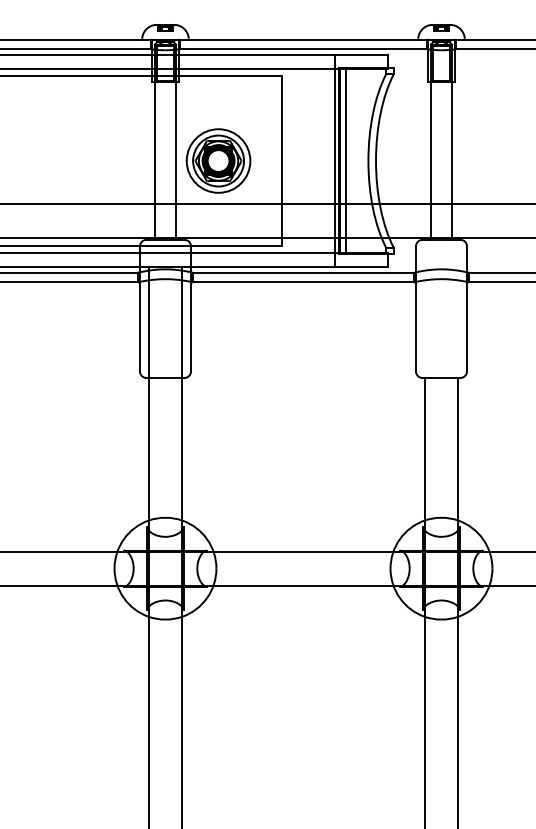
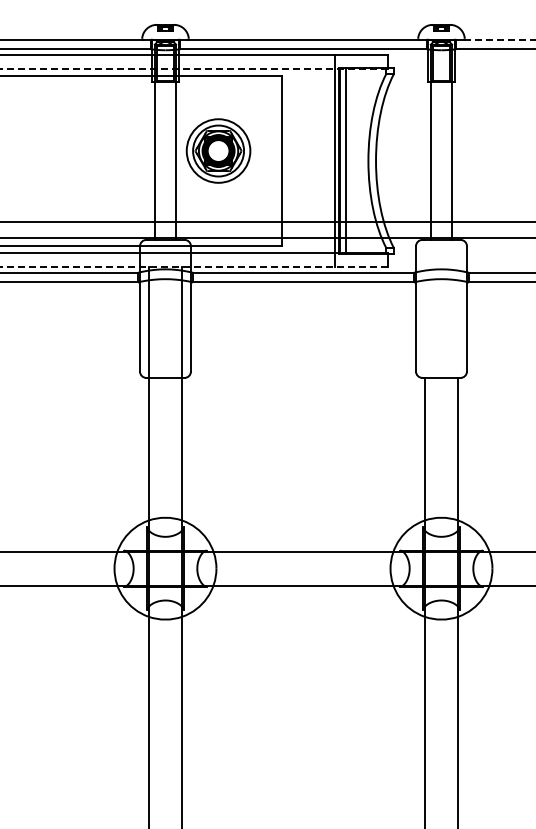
line at (499, 39): solid -> dashed
line at (194, 69): solid -> dashed
part at (218, 160) position: (218, 160) -> (218, 150)
line at (267, 204) position: (267, 204) -> (267, 222)
line at (194, 267): solid -> dashed
